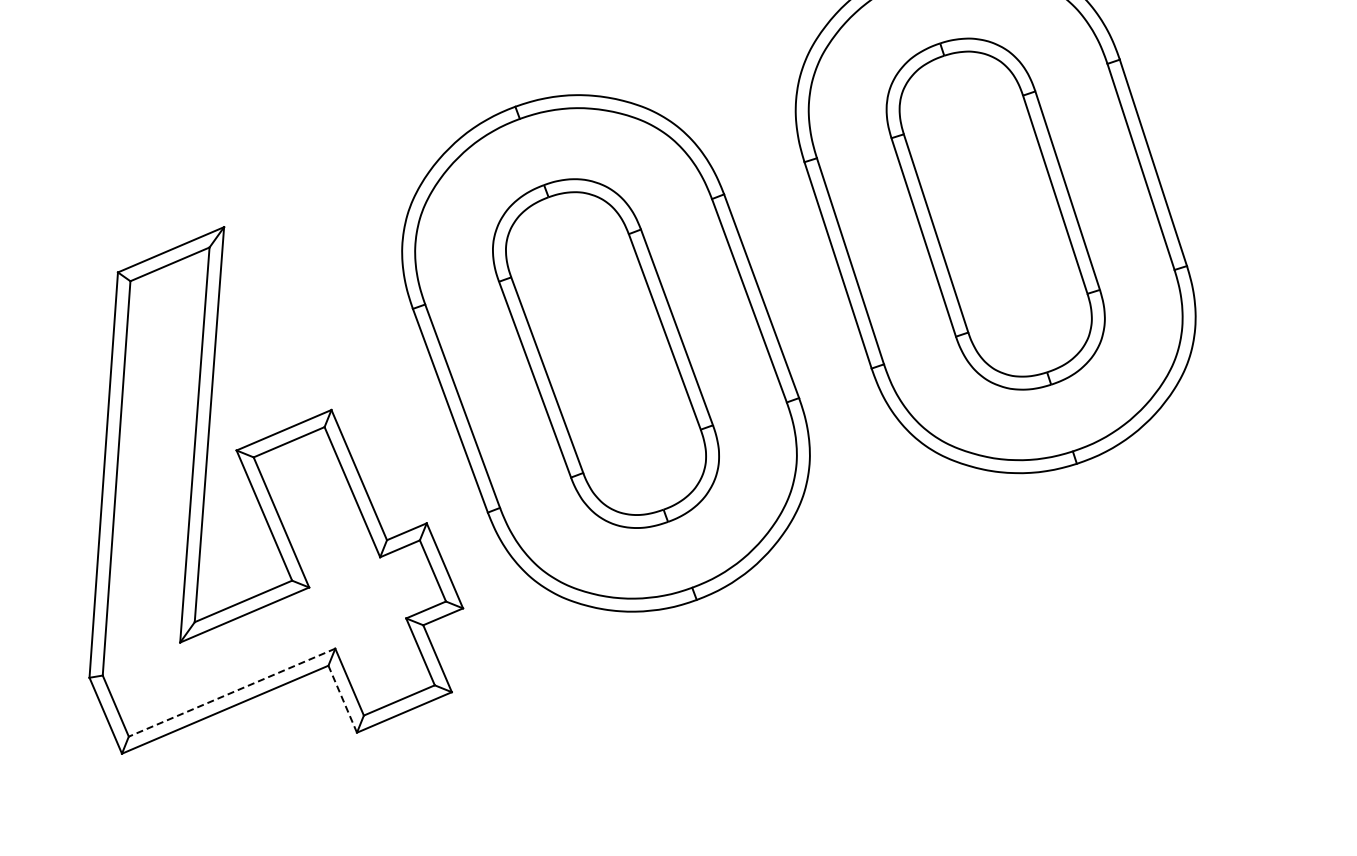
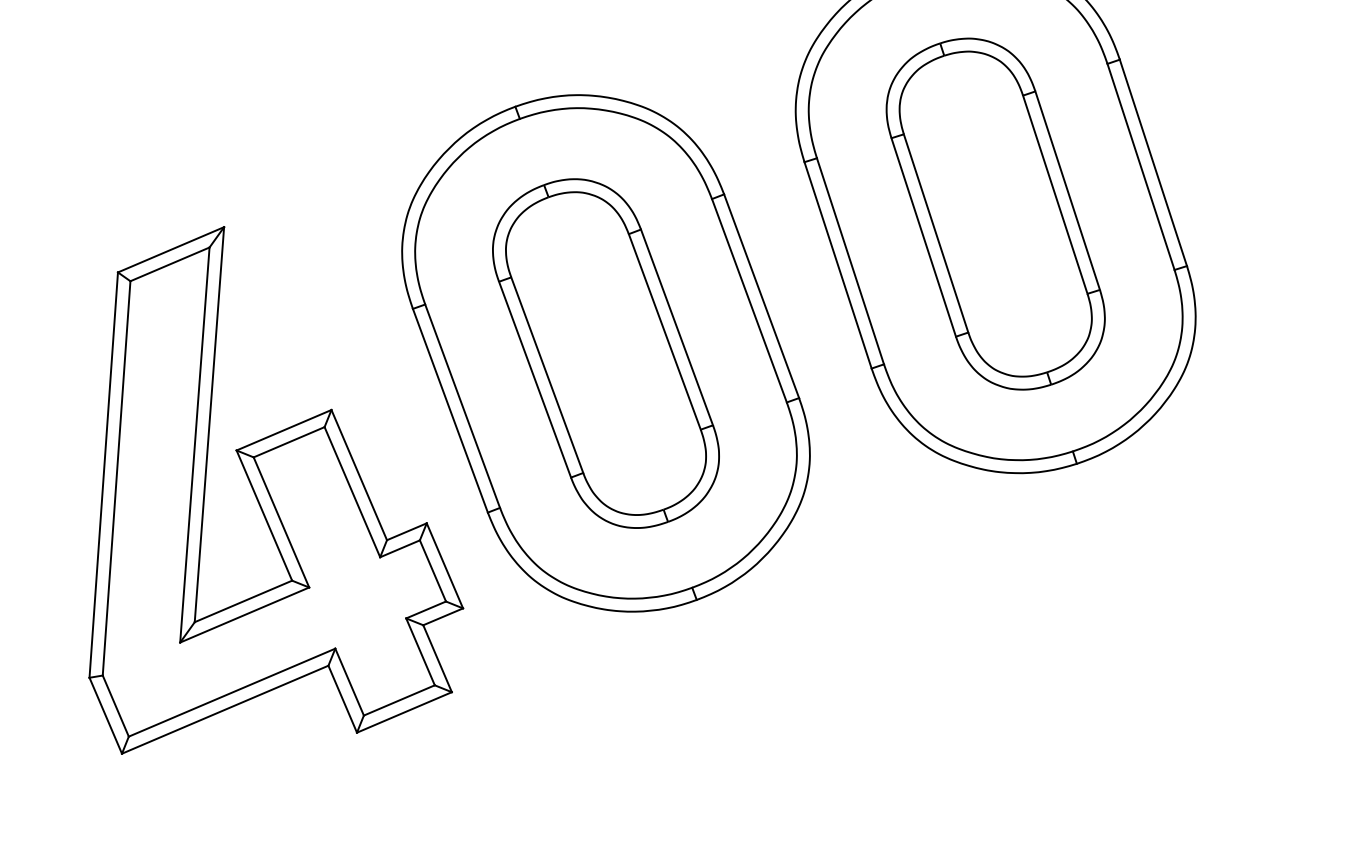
line at (231, 692): dashed -> solid
line at (342, 698): dashed -> solid
